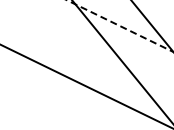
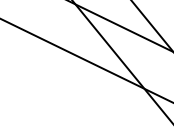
line at (119, 25): dashed -> solid
line at (85, 85) position: (85, 85) -> (86, 60)
